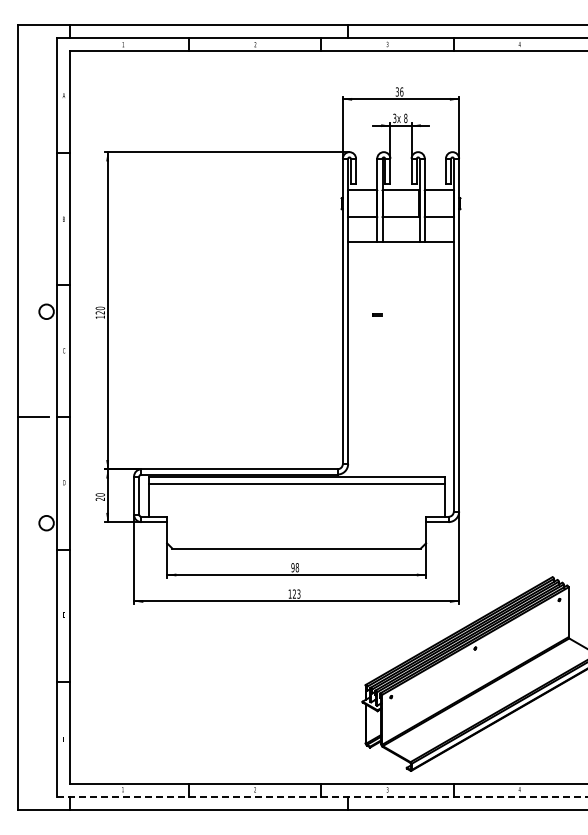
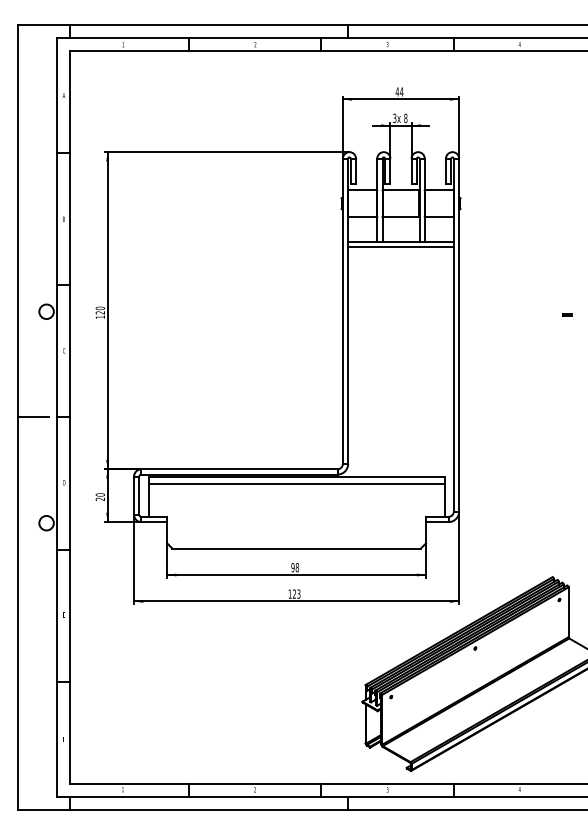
text at (399, 91): 36 -> 44
line at (400, 247): none -> present
part at (377, 314) position: (377, 314) -> (567, 314)
line at (322, 796): dashed -> solid
